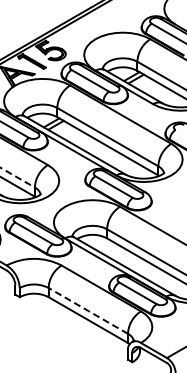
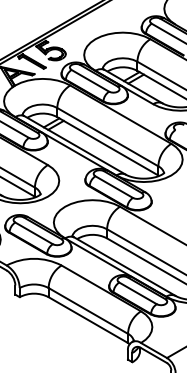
line at (17, 177): dashed -> solid
line at (88, 310): dashed -> solid
